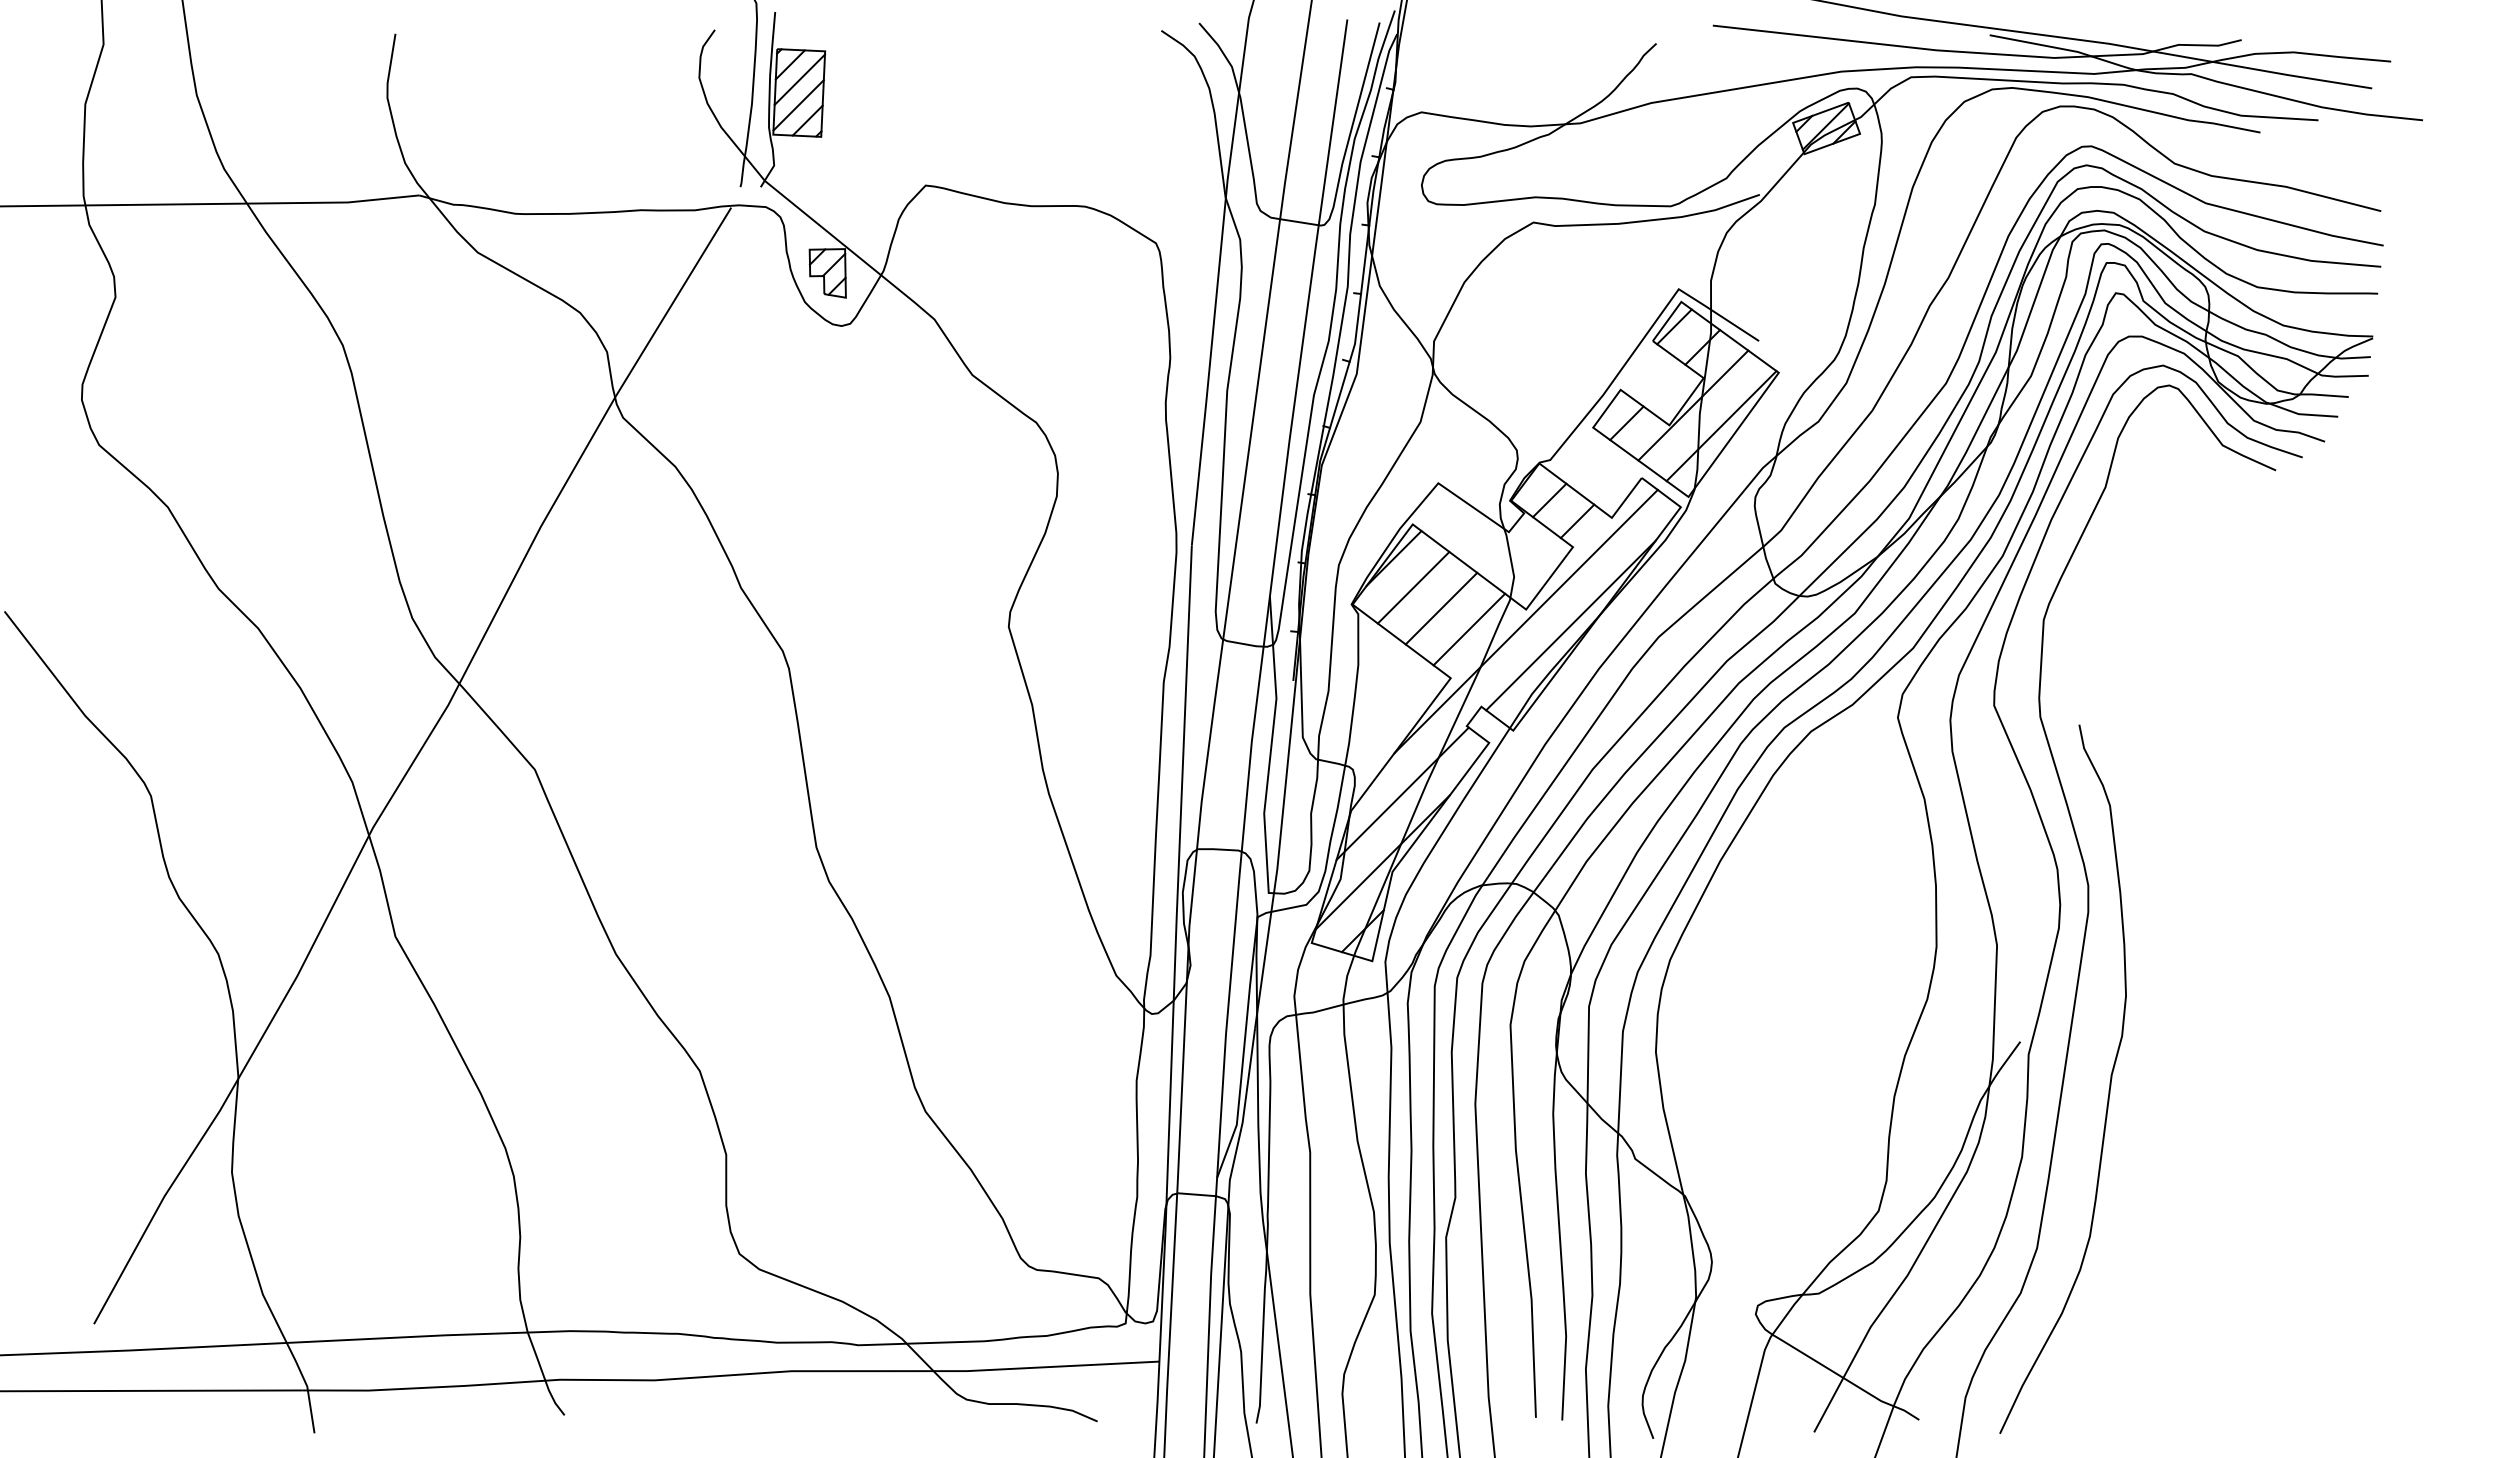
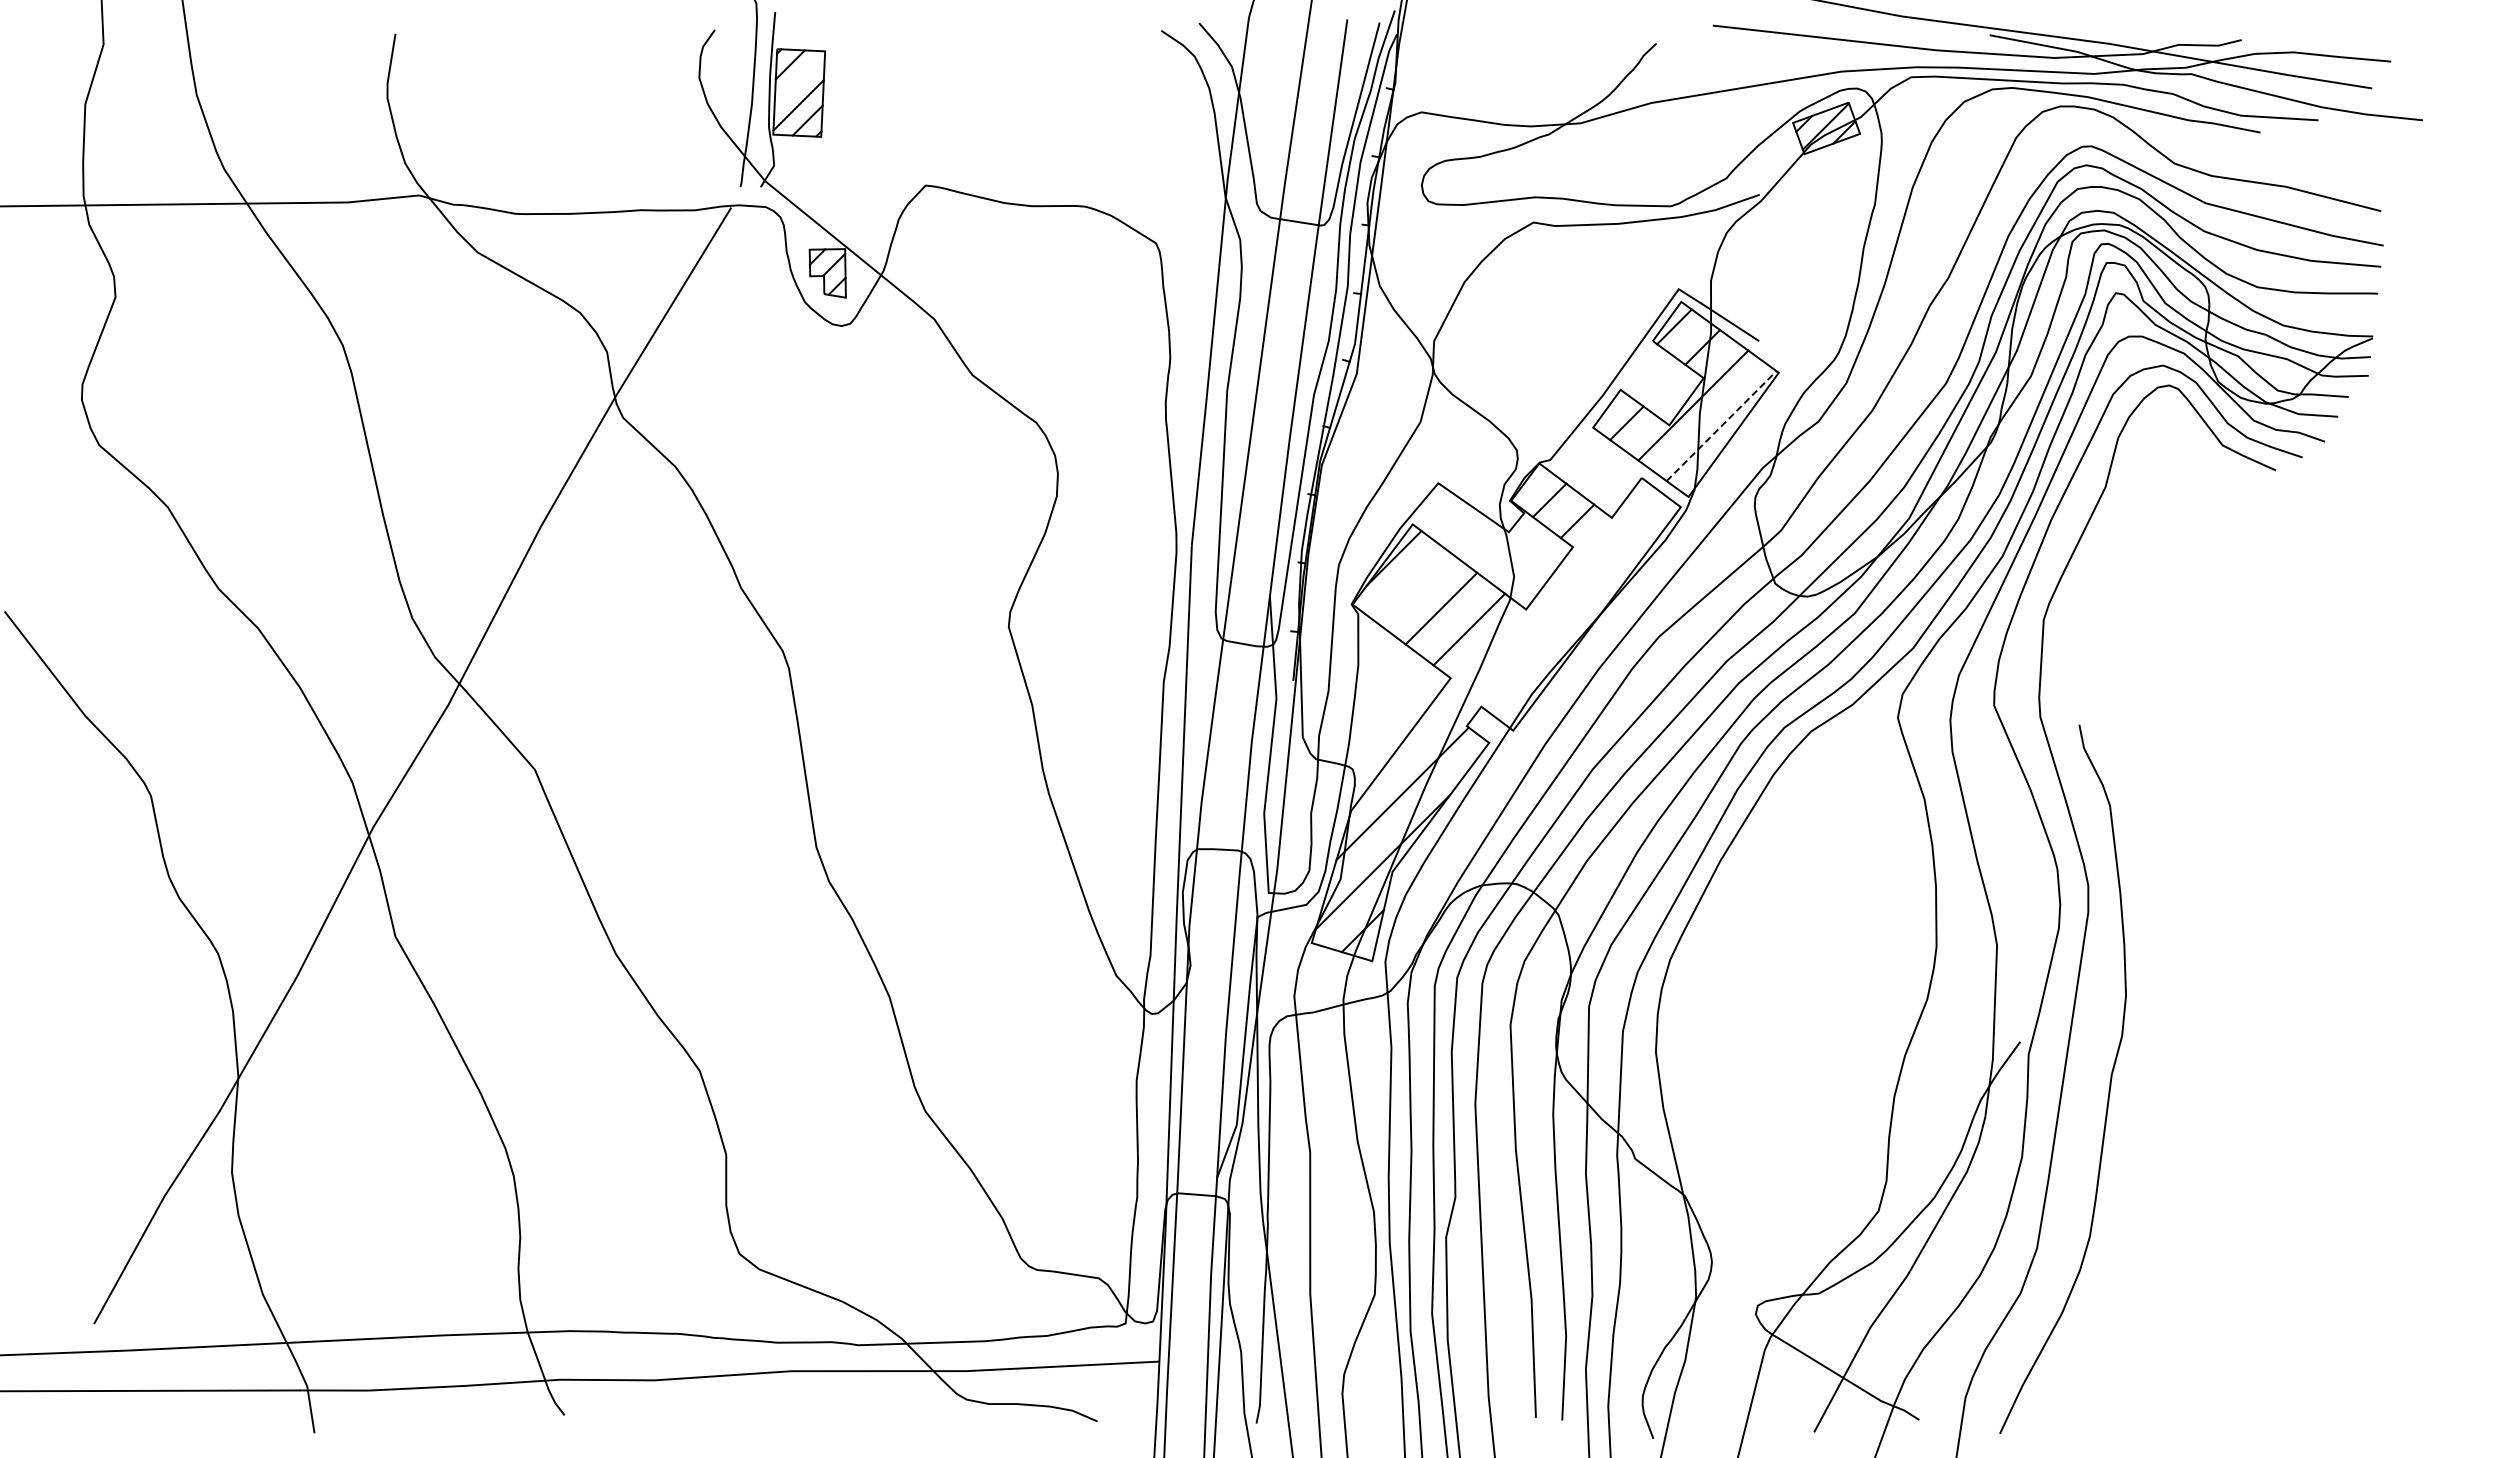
line at (799, 79): present -> none
line at (1721, 426): solid -> dashed
line at (1413, 587): present -> none
line at (1525, 621): present -> none
line at (1570, 625): present -> none
